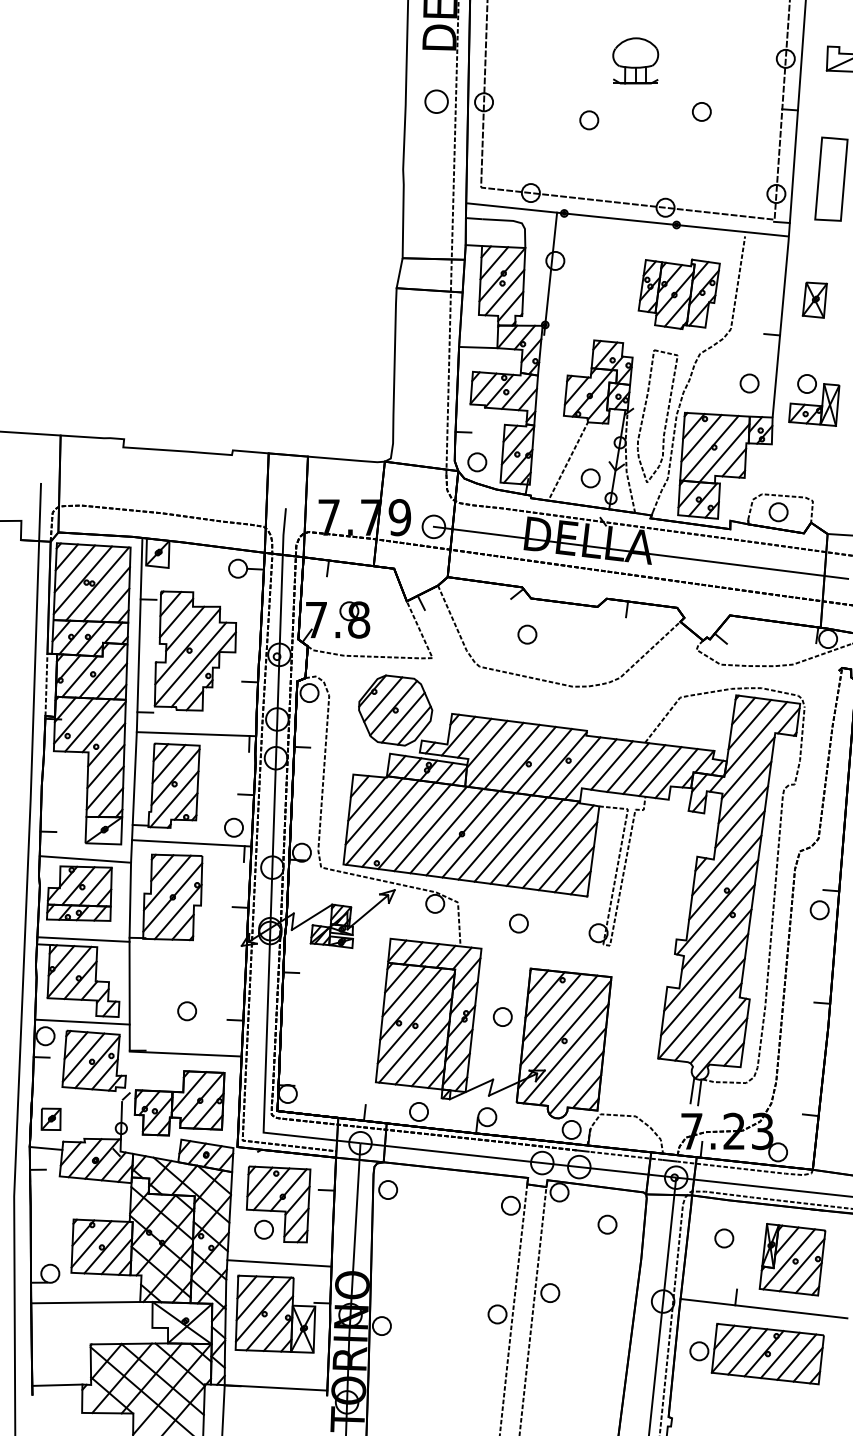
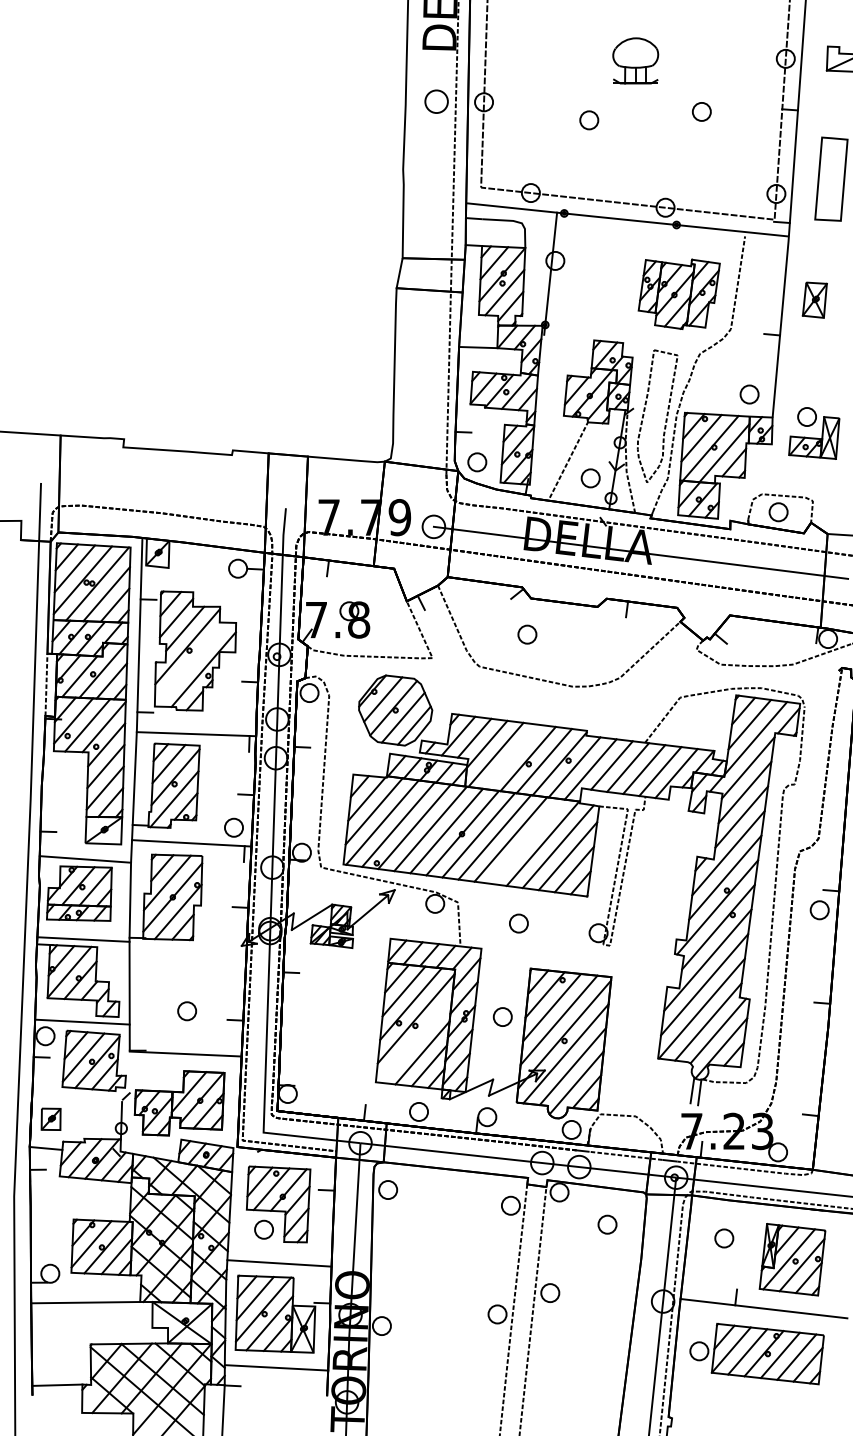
part at (749, 383) position: (749, 383) -> (749, 394)
part at (814, 400) position: (814, 400) -> (814, 433)
line at (190, 663): present -> none
line at (511, 756): present -> none
line at (526, 841): present -> none
line at (415, 1039): present -> none
line at (275, 1387) position: (275, 1387) -> (276, 1367)
